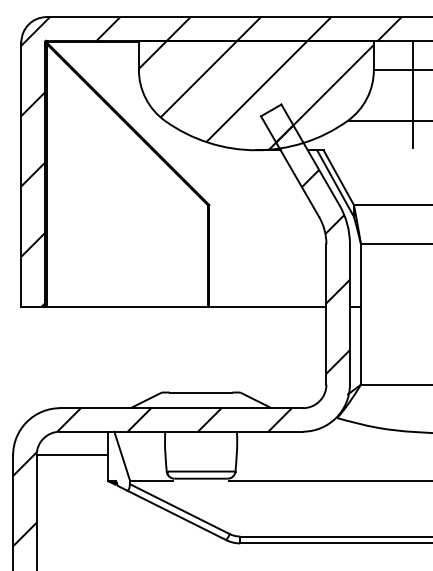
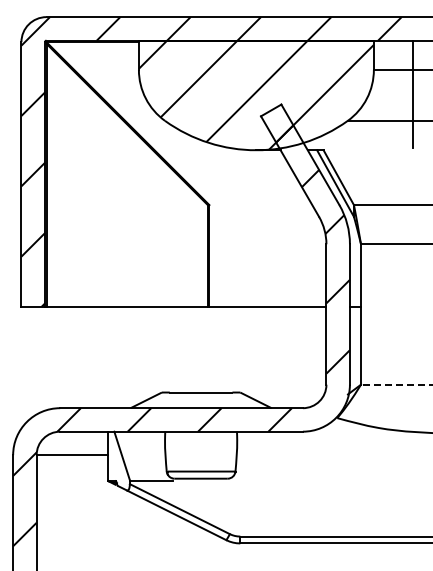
line at (396, 384): solid -> dashed
line at (329, 480): present -> none
